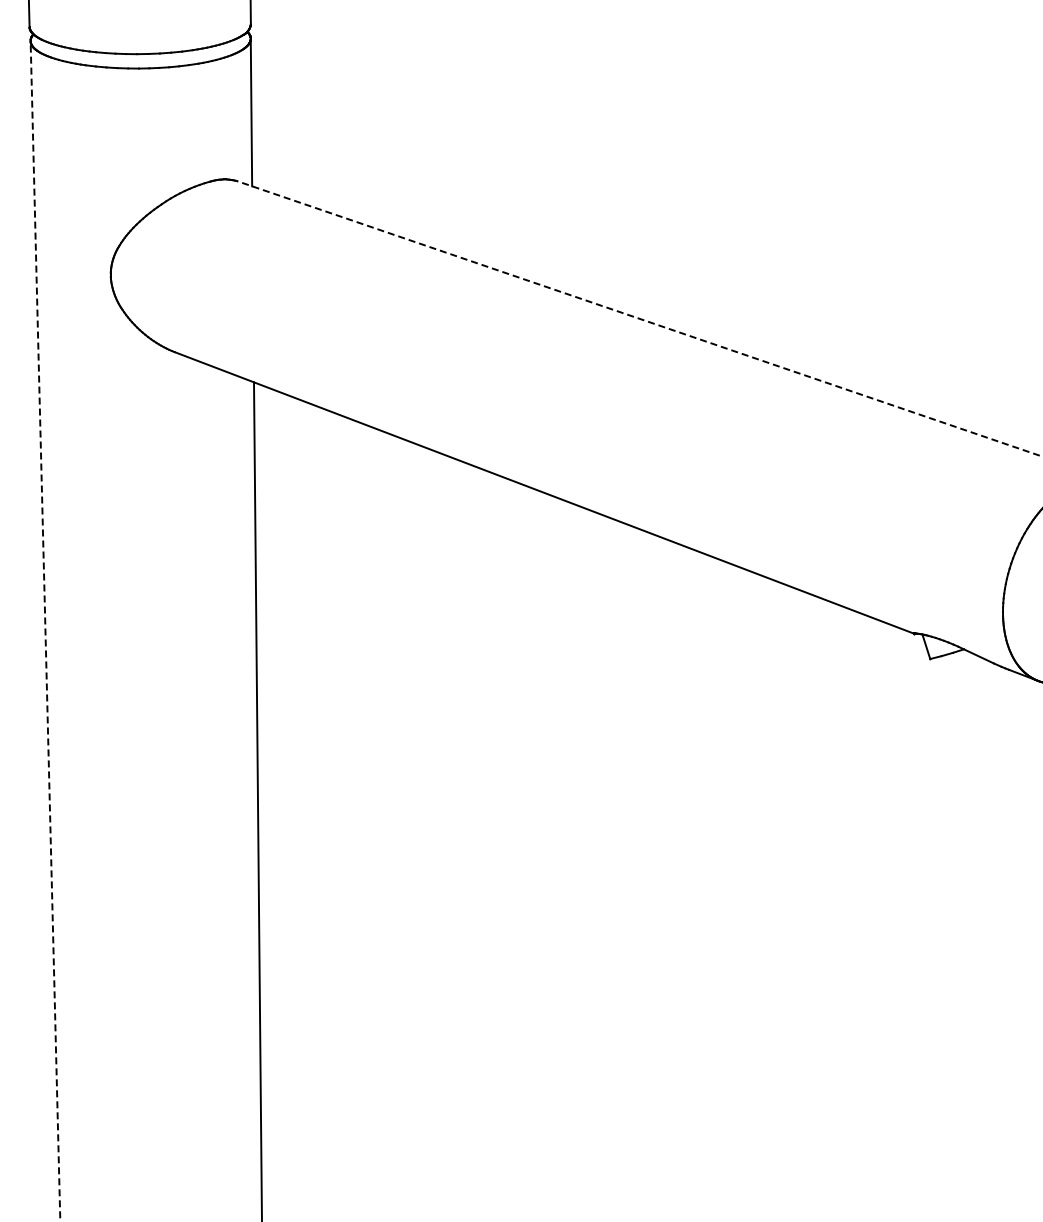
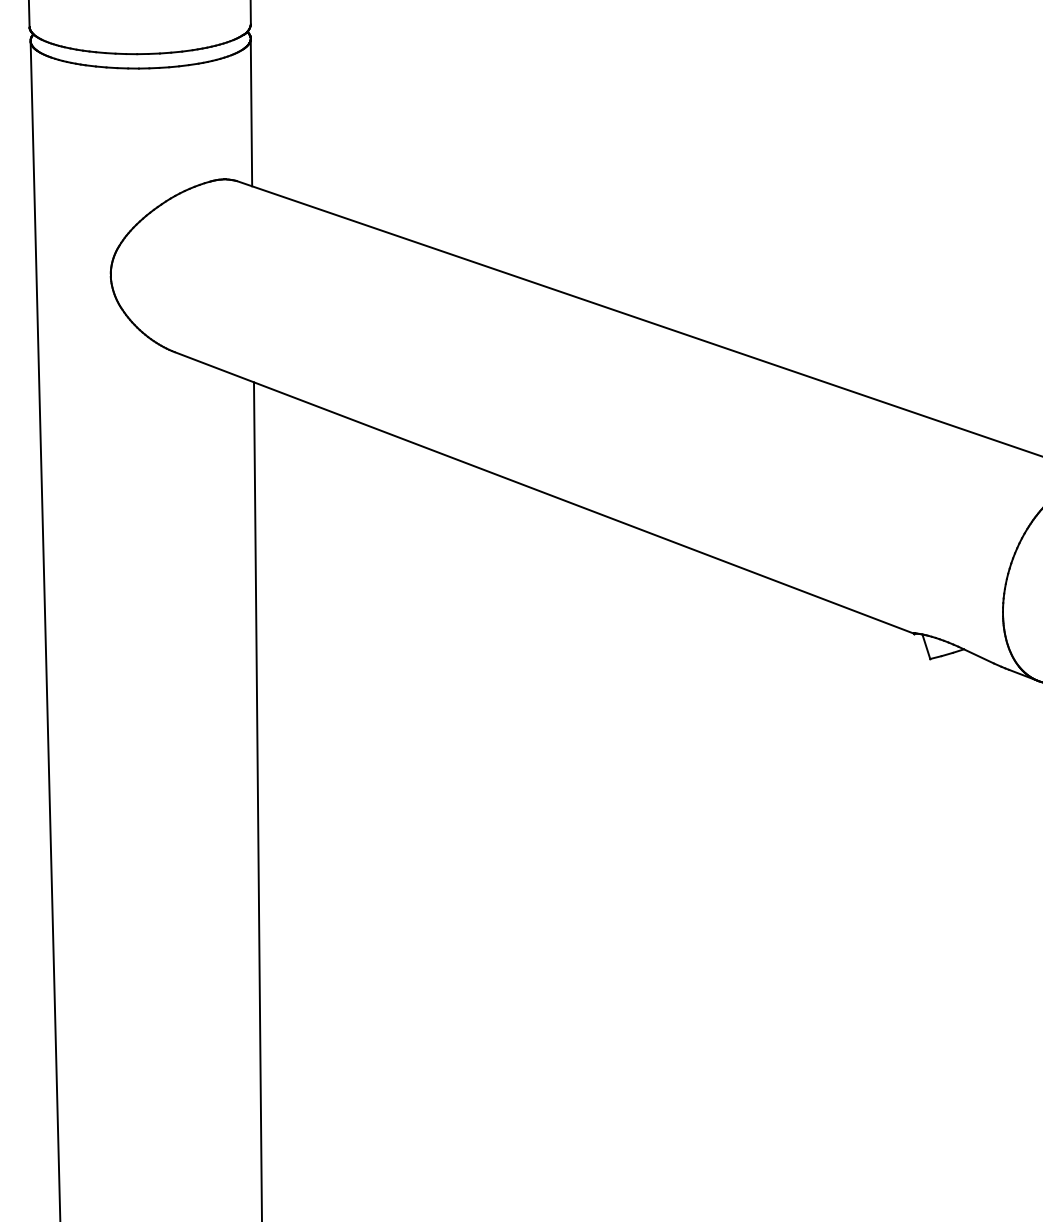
line at (639, 318): dashed -> solid
line at (45, 630): dashed -> solid
